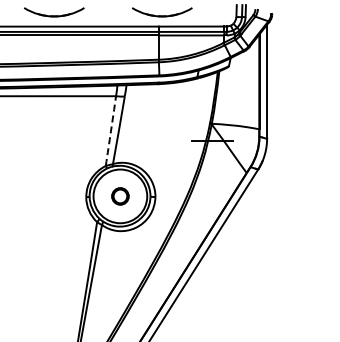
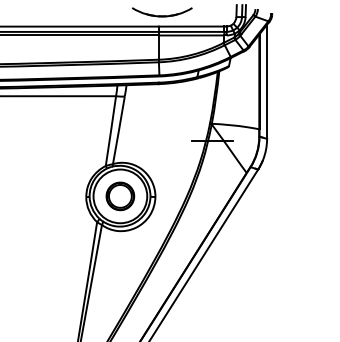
part at (54, 12): present -> none
arc at (111, 131): dashed -> solid
part at (120, 196) size: 19x19 px -> 31x31 px
